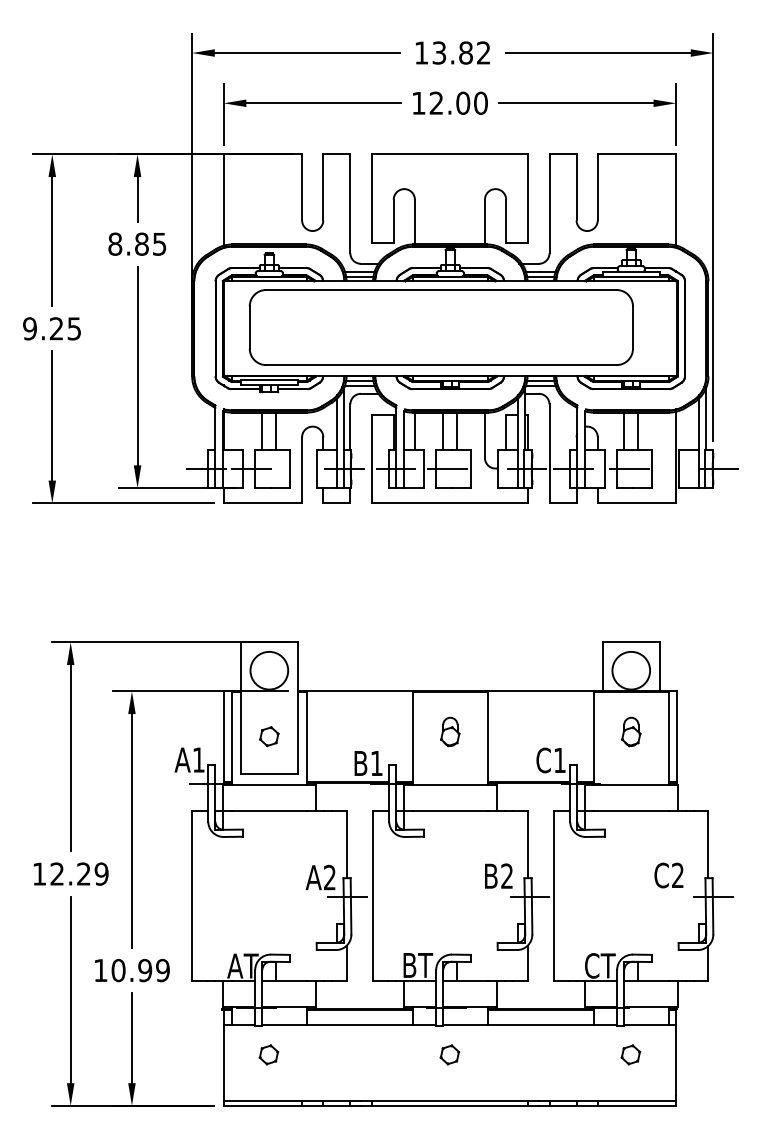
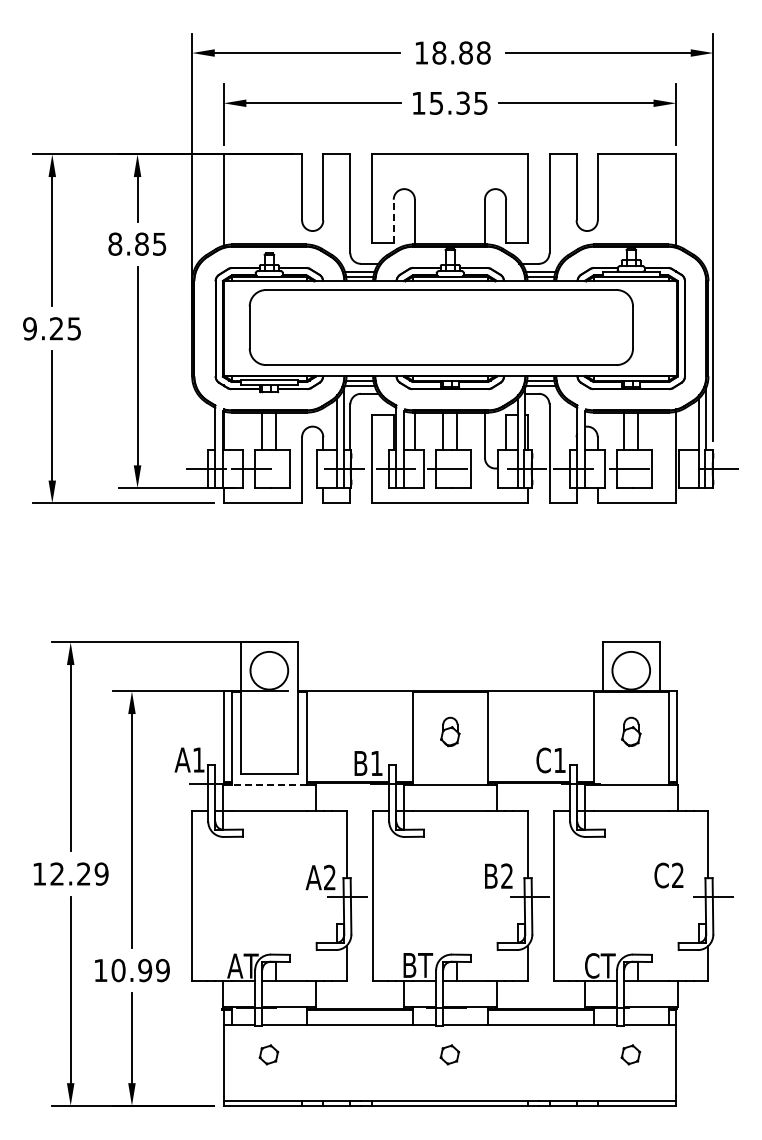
text at (461, 52): 13.82 -> 18.88
text at (458, 102): 12.00 -> 15.35
line at (393, 220): solid -> dashed
part at (269, 736): present -> none
line at (269, 784): solid -> dashed
